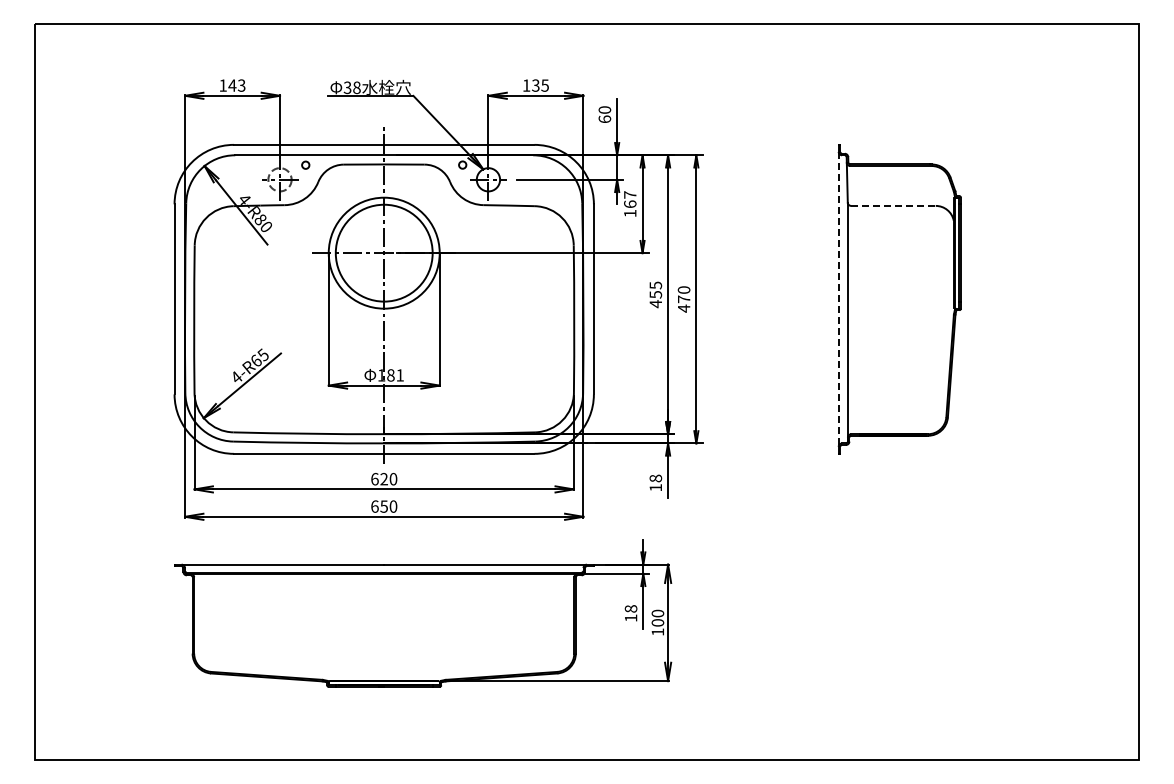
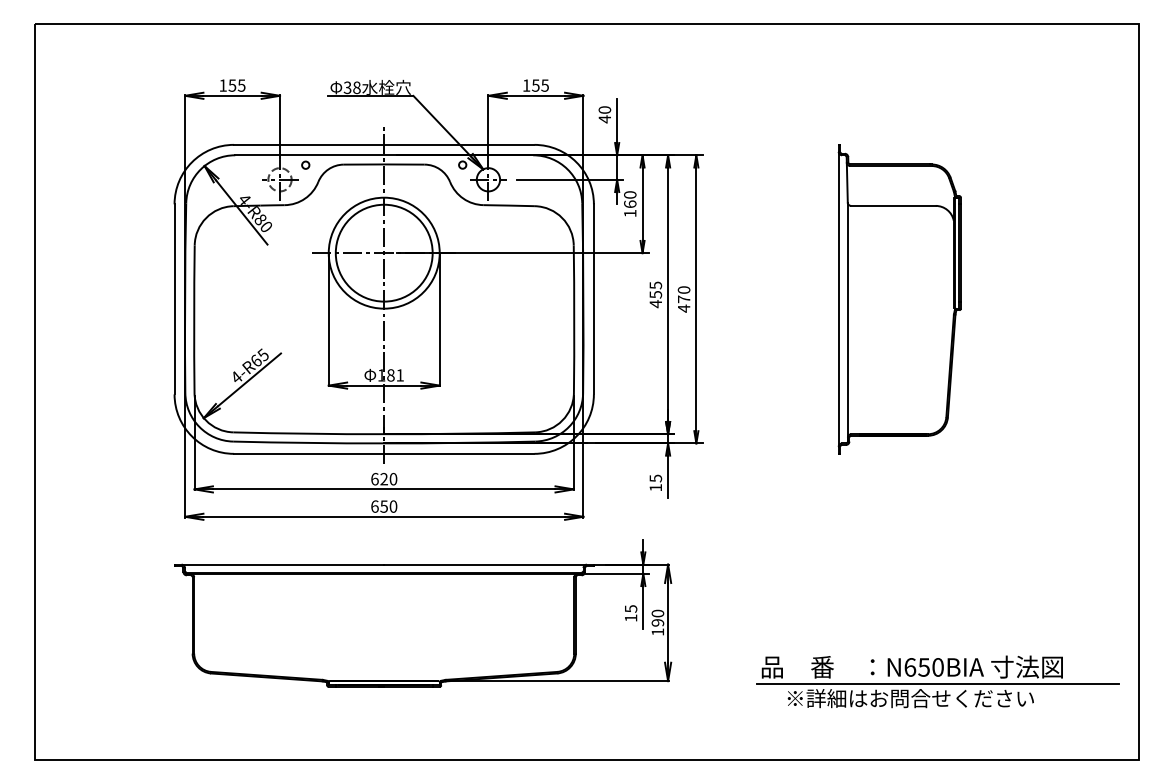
text at (535, 84): 135 -> 155
text at (236, 85): 143 -> 155
text at (604, 119): 60 -> 40
text at (630, 194): 167 -> 160
line at (893, 205): dashed -> solid
line at (838, 299): dashed -> solid
text at (655, 478): 18 -> 15
text at (630, 608): 18 -> 15
text at (657, 622): 100 -> 190
part at (937, 681): none -> present
